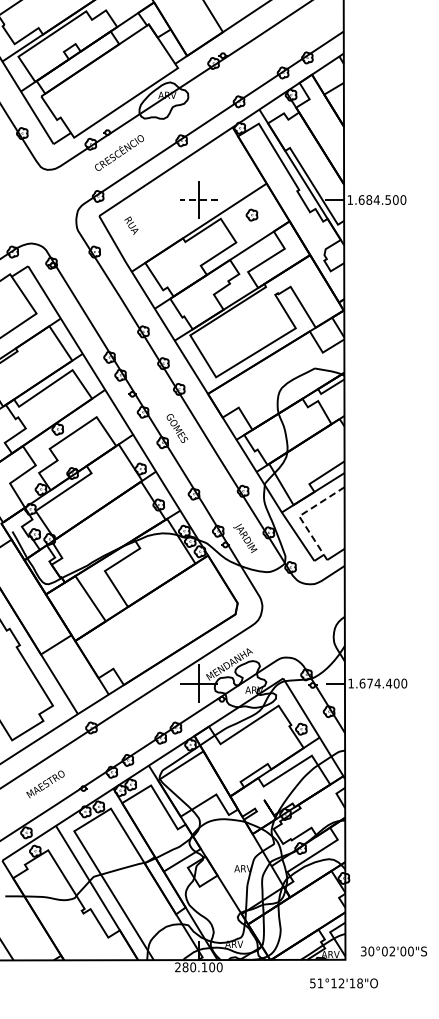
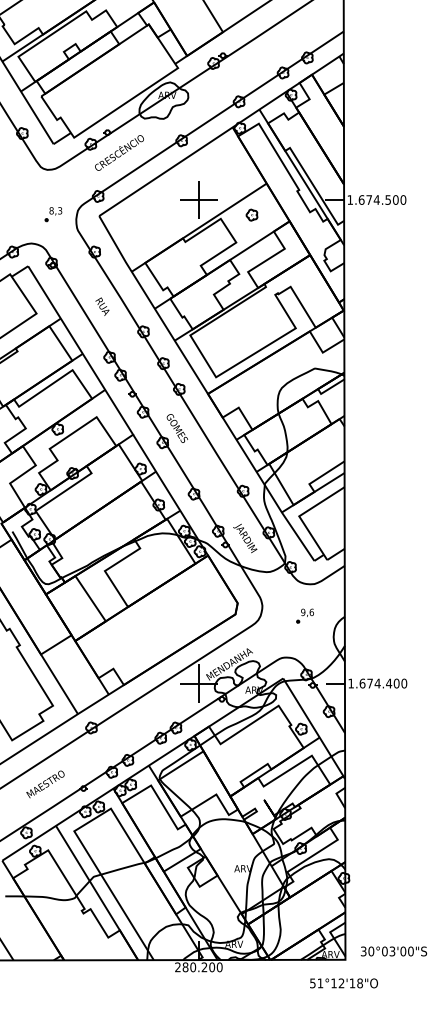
text at (369, 199): 1.684.500 -> 1.674.500
line at (198, 200): dashed -> solid
part at (53, 214): none -> present
text at (131, 225) position: (131, 225) -> (102, 306)
line at (299, 516): dashed -> solid
part at (304, 615): none -> present
text at (392, 951): 30°02'00"S -> 30°03'00"S
text at (204, 966): 280.100 -> 280.200
